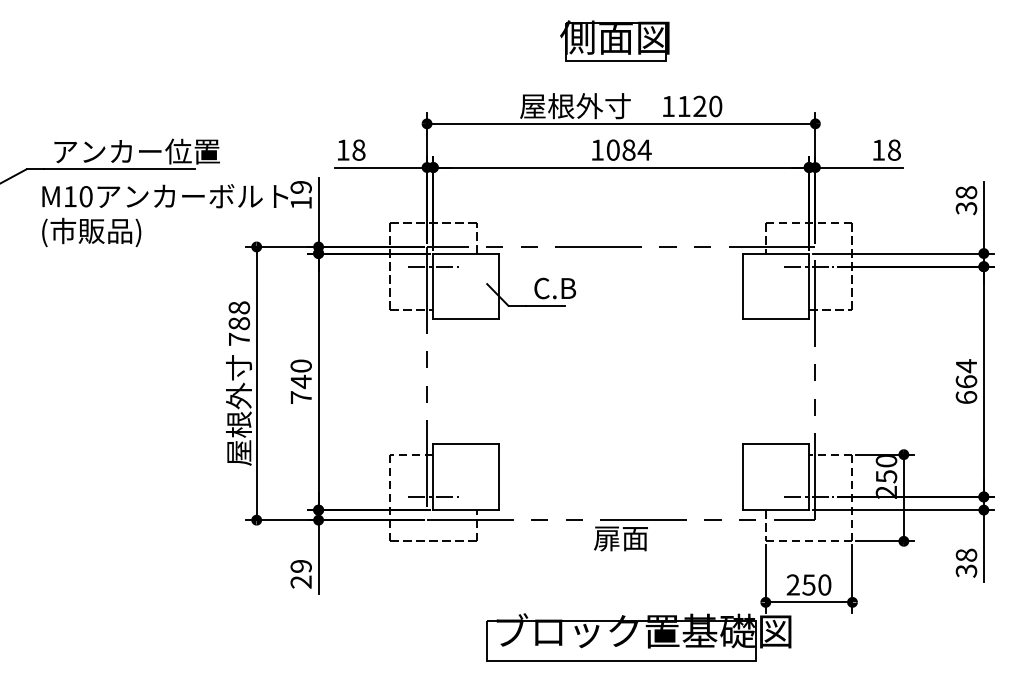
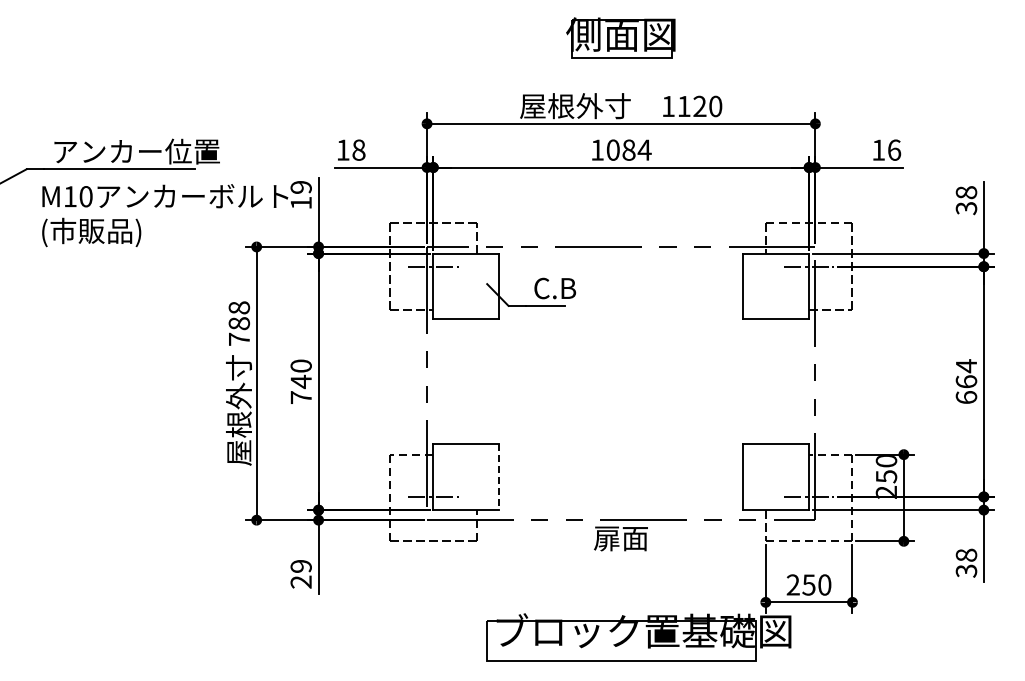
part at (614, 40) position: (614, 40) -> (620, 37)
text at (894, 149): 18 -> 16
line at (499, 477): solid -> dashed
